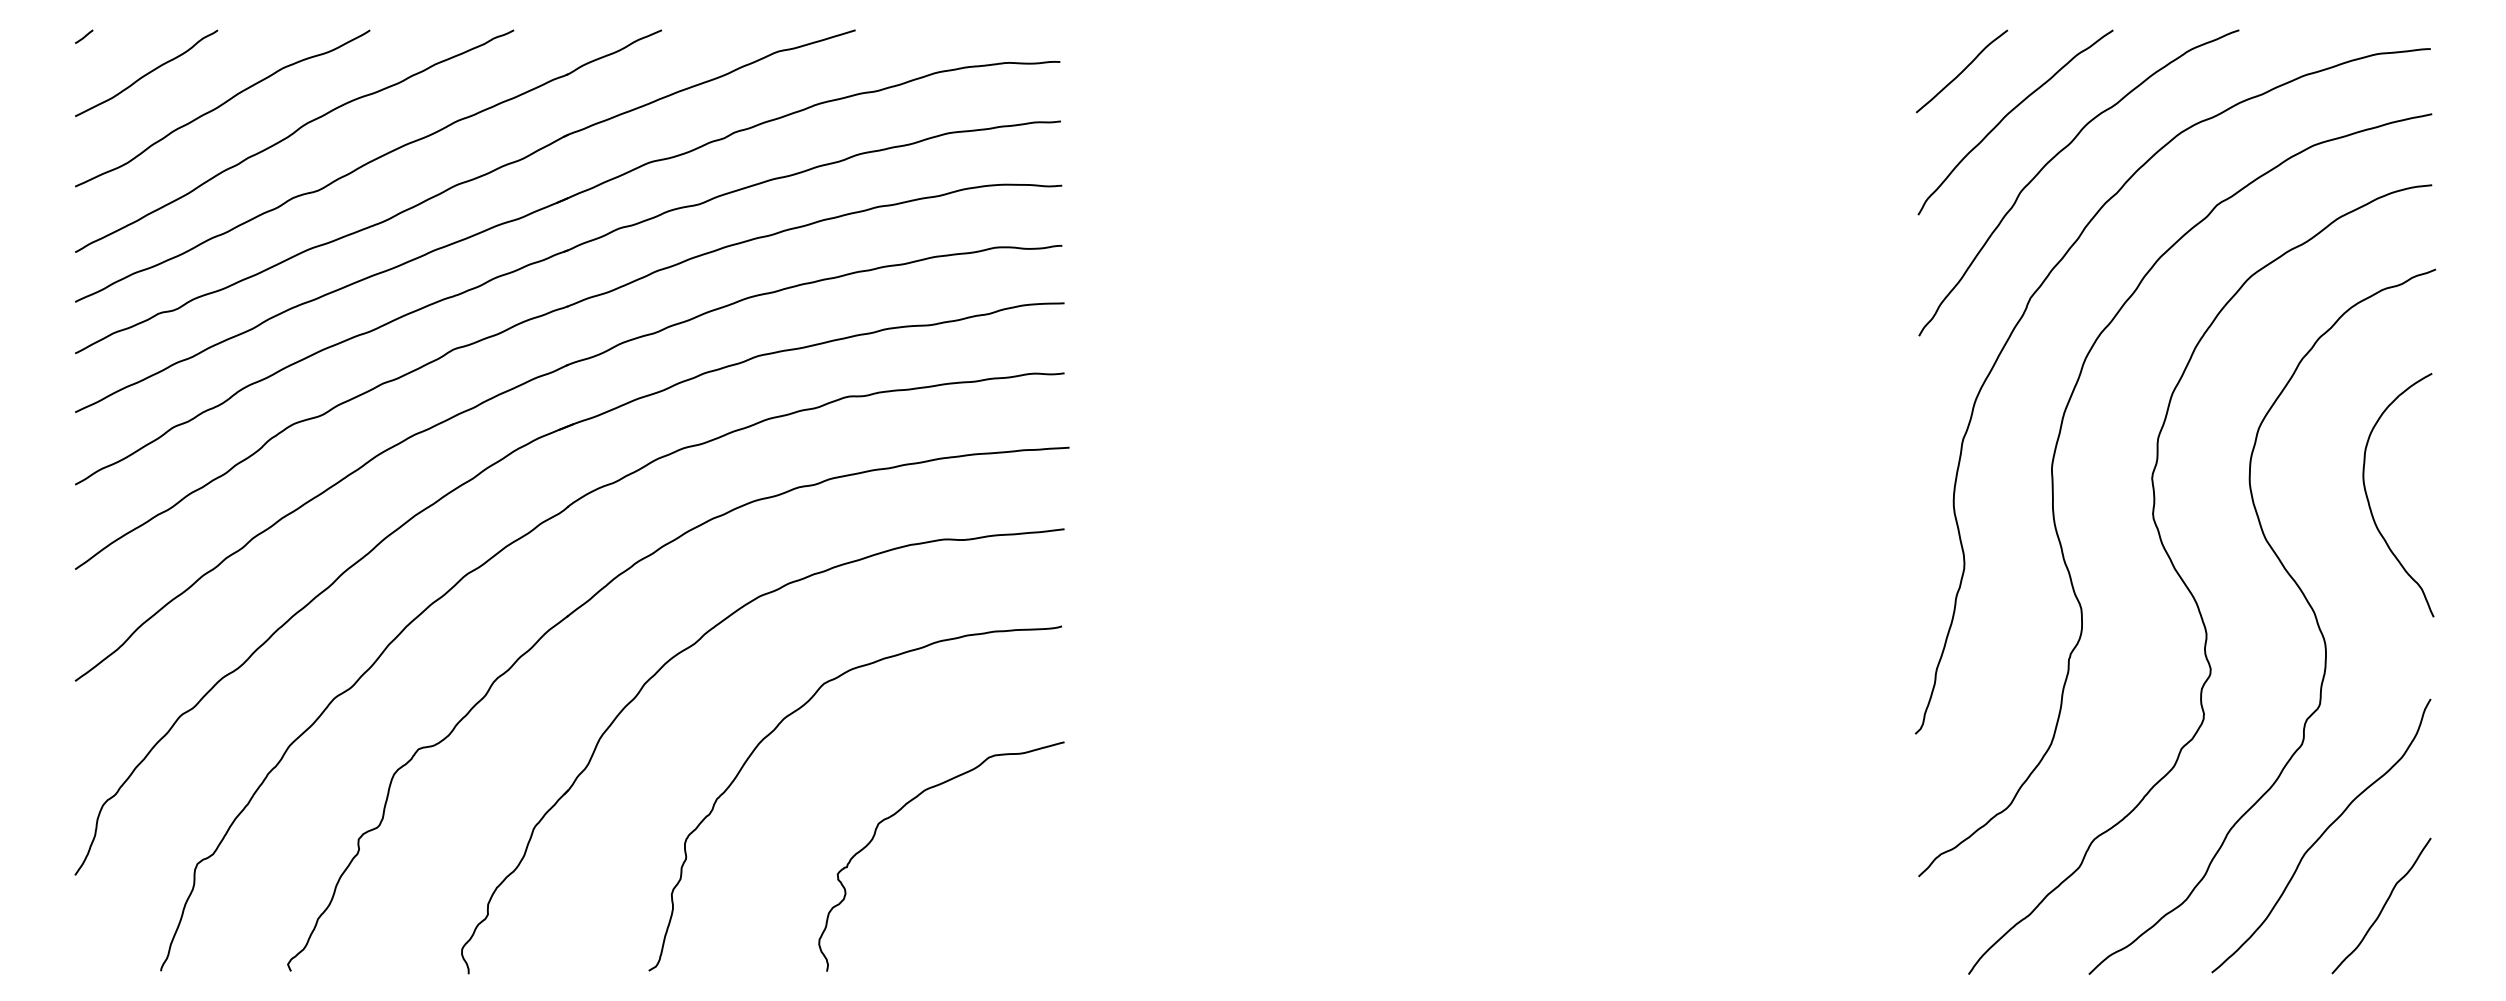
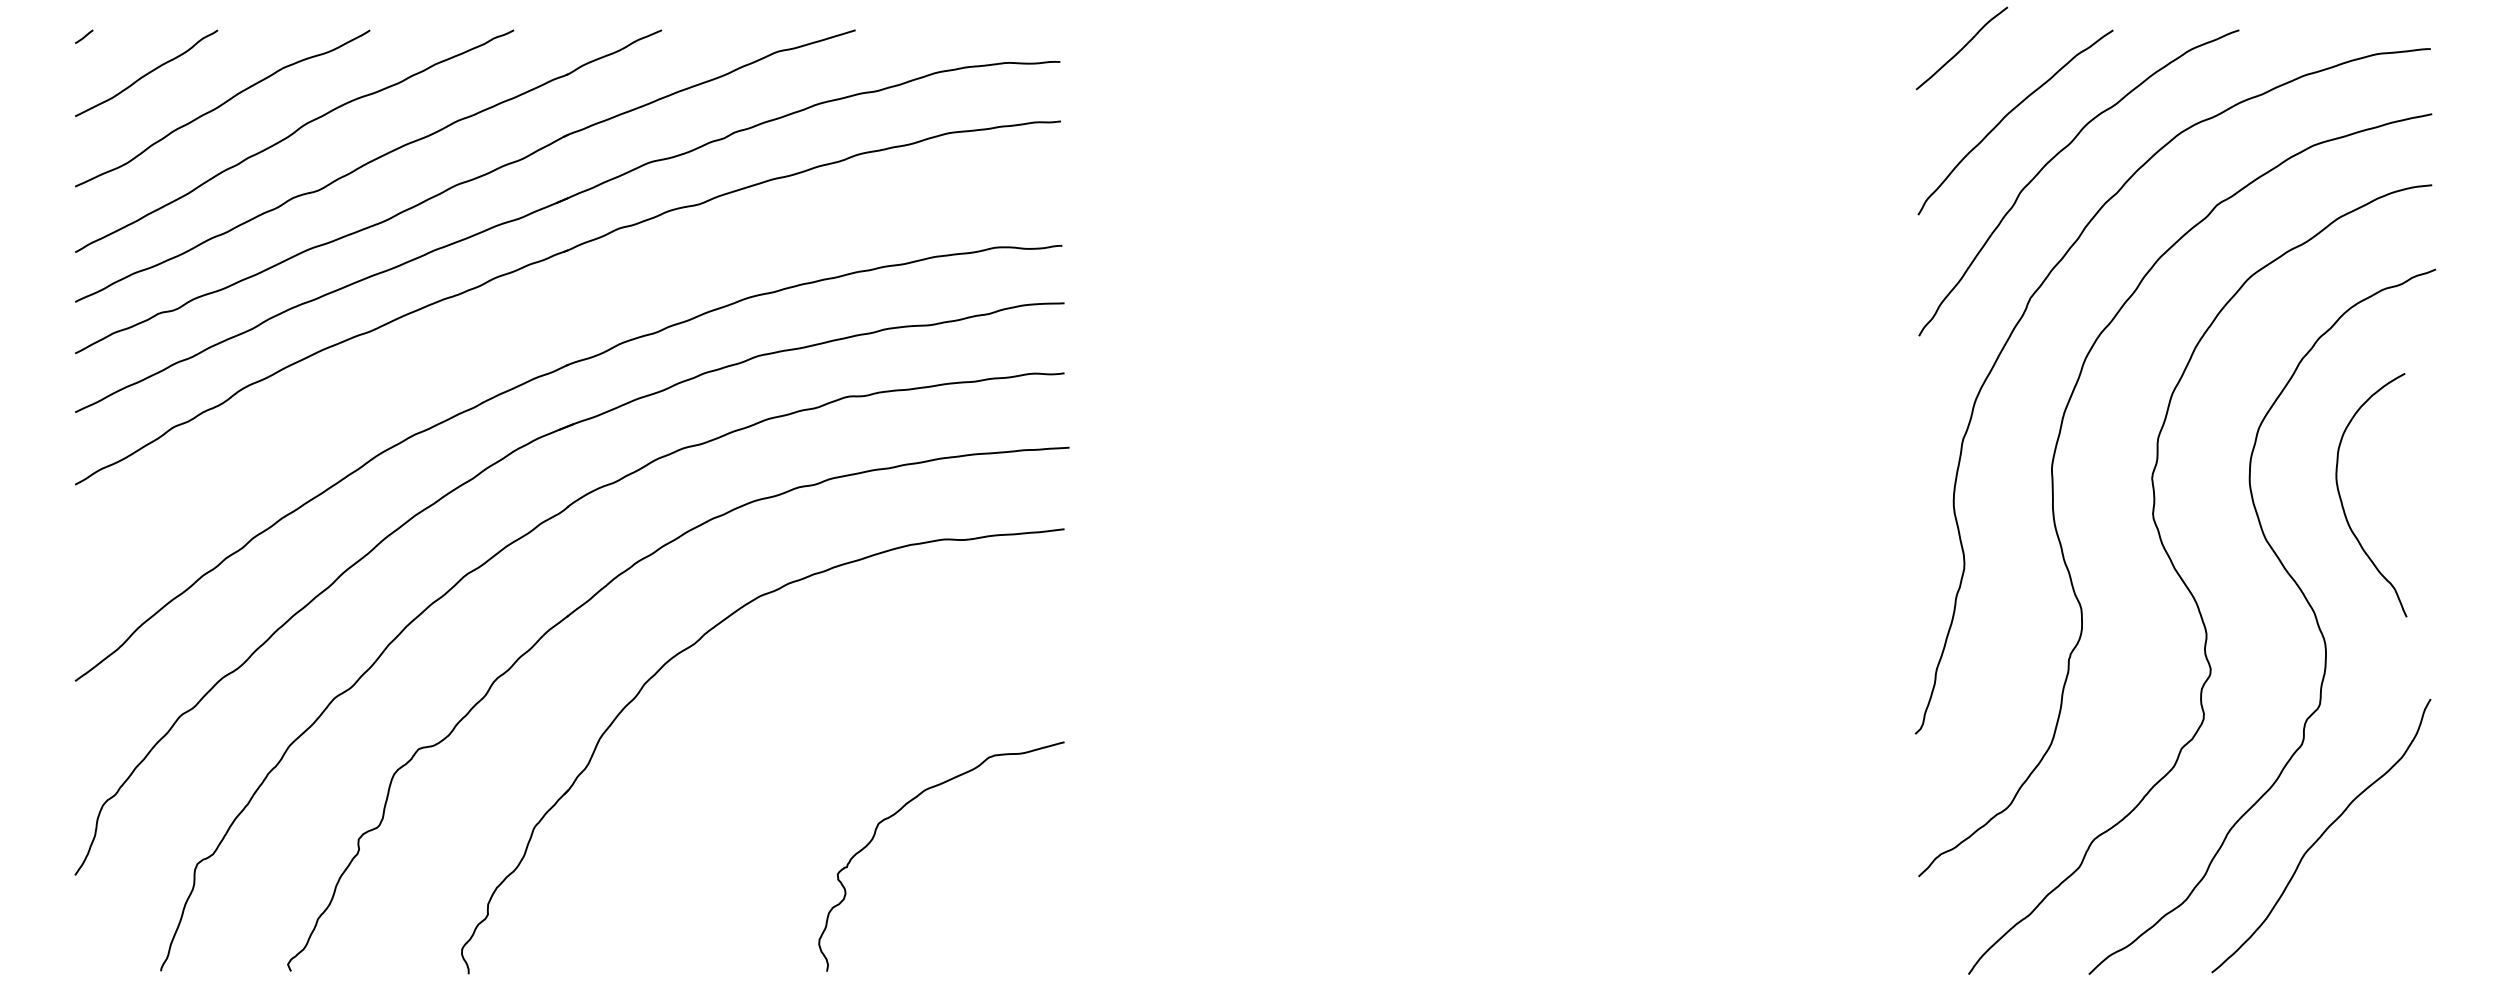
curve at (1961, 71) position: (1961, 71) -> (1961, 48)
part at (543, 316): present -> none
curve at (2369, 501) position: (2369, 501) -> (2342, 501)
curve at (795, 712): present -> none
curve at (2382, 906): present -> none
